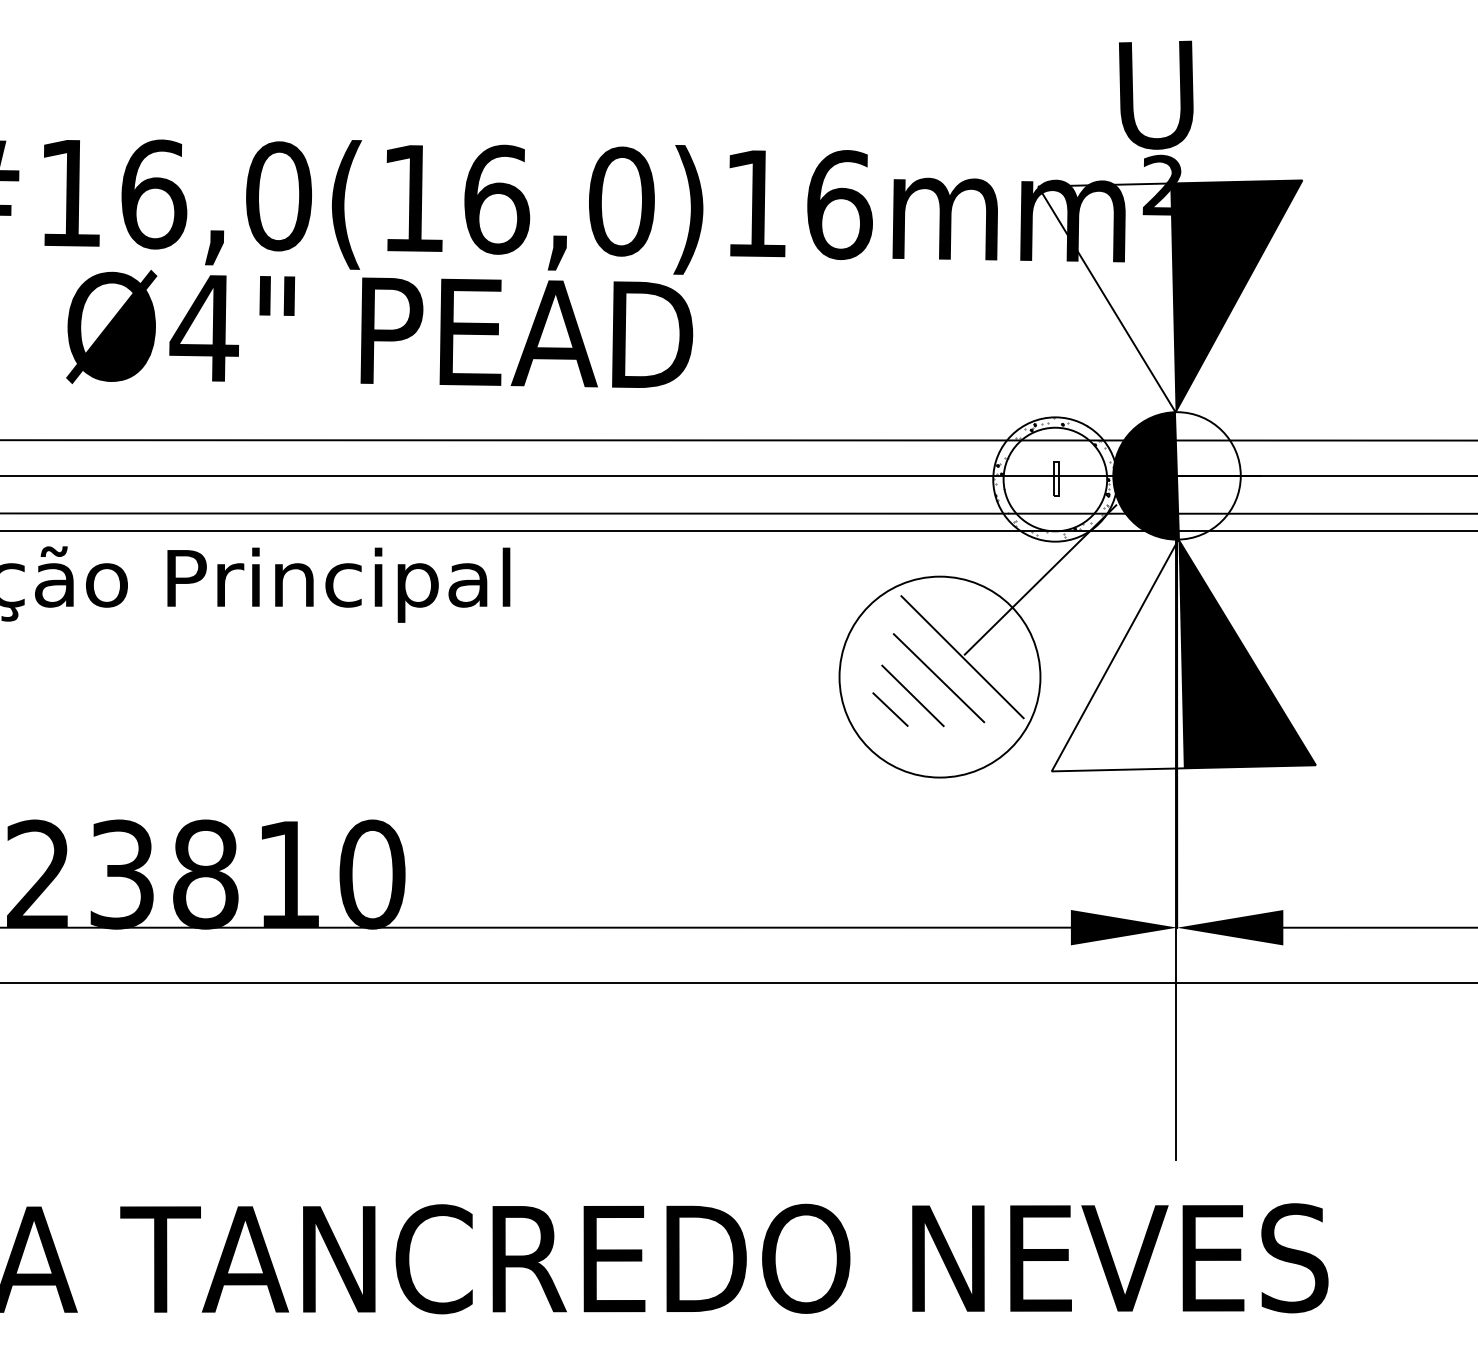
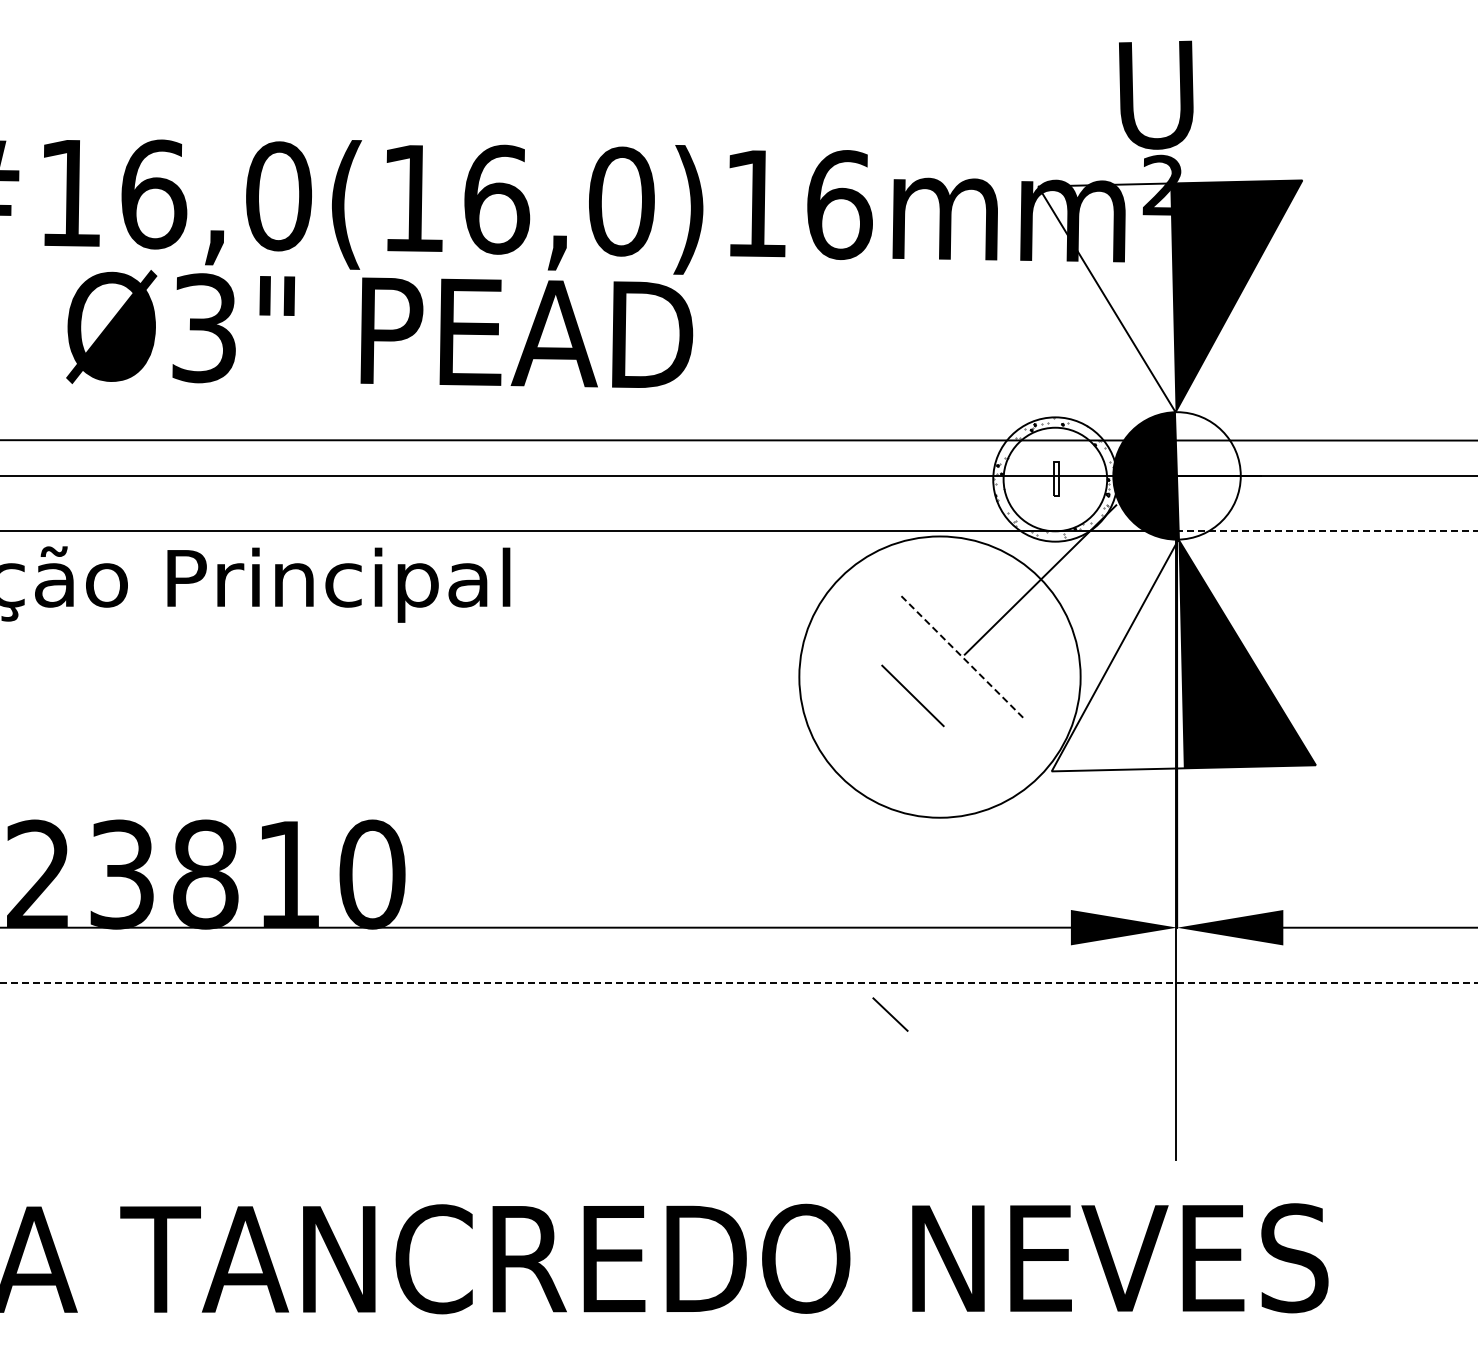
text at (204, 328): Ø4" -> Ø3"
line at (738, 513): present -> none
line at (1326, 531): solid -> dashed
line at (962, 657): solid -> dashed
circle at (939, 676) diameter: 201 px -> 281 px
line at (938, 678): present -> none
line at (890, 709) position: (890, 709) -> (890, 1014)
line at (738, 983): solid -> dashed
